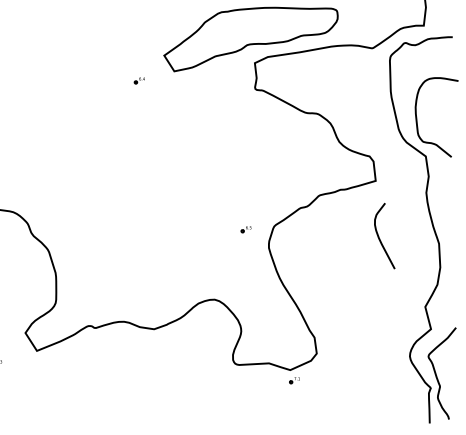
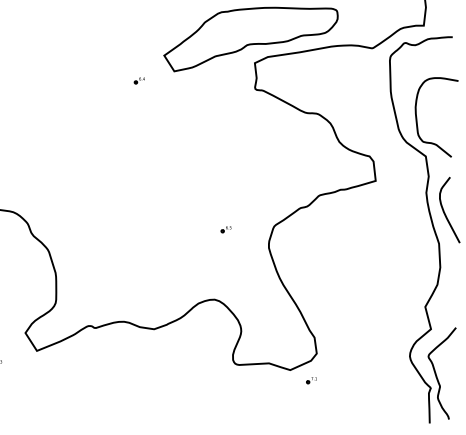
part at (245, 229) position: (245, 229) -> (225, 229)
curve at (380, 238) position: (380, 238) -> (445, 212)
part at (294, 380) position: (294, 380) -> (311, 380)
